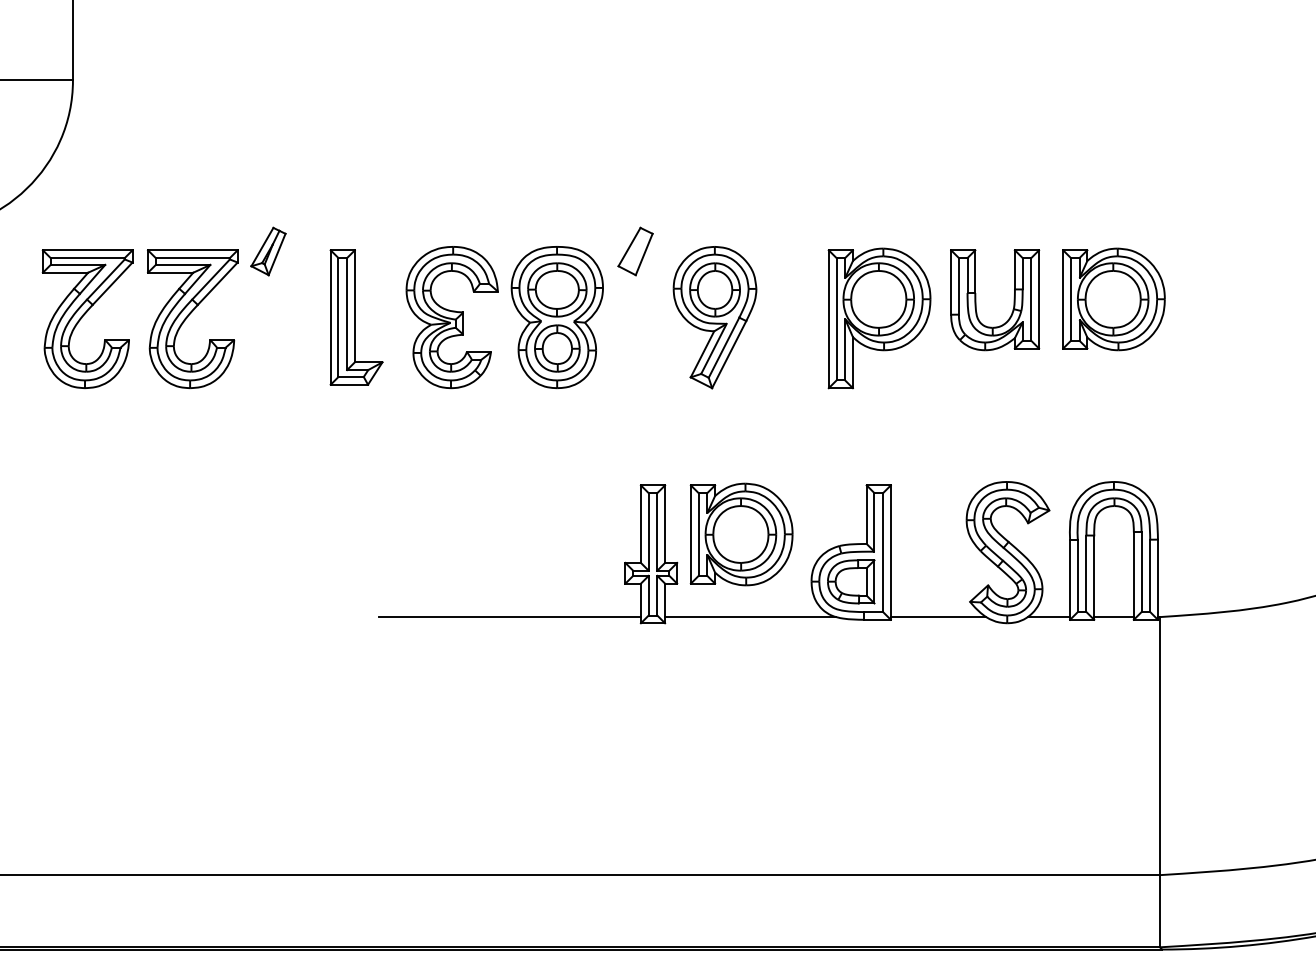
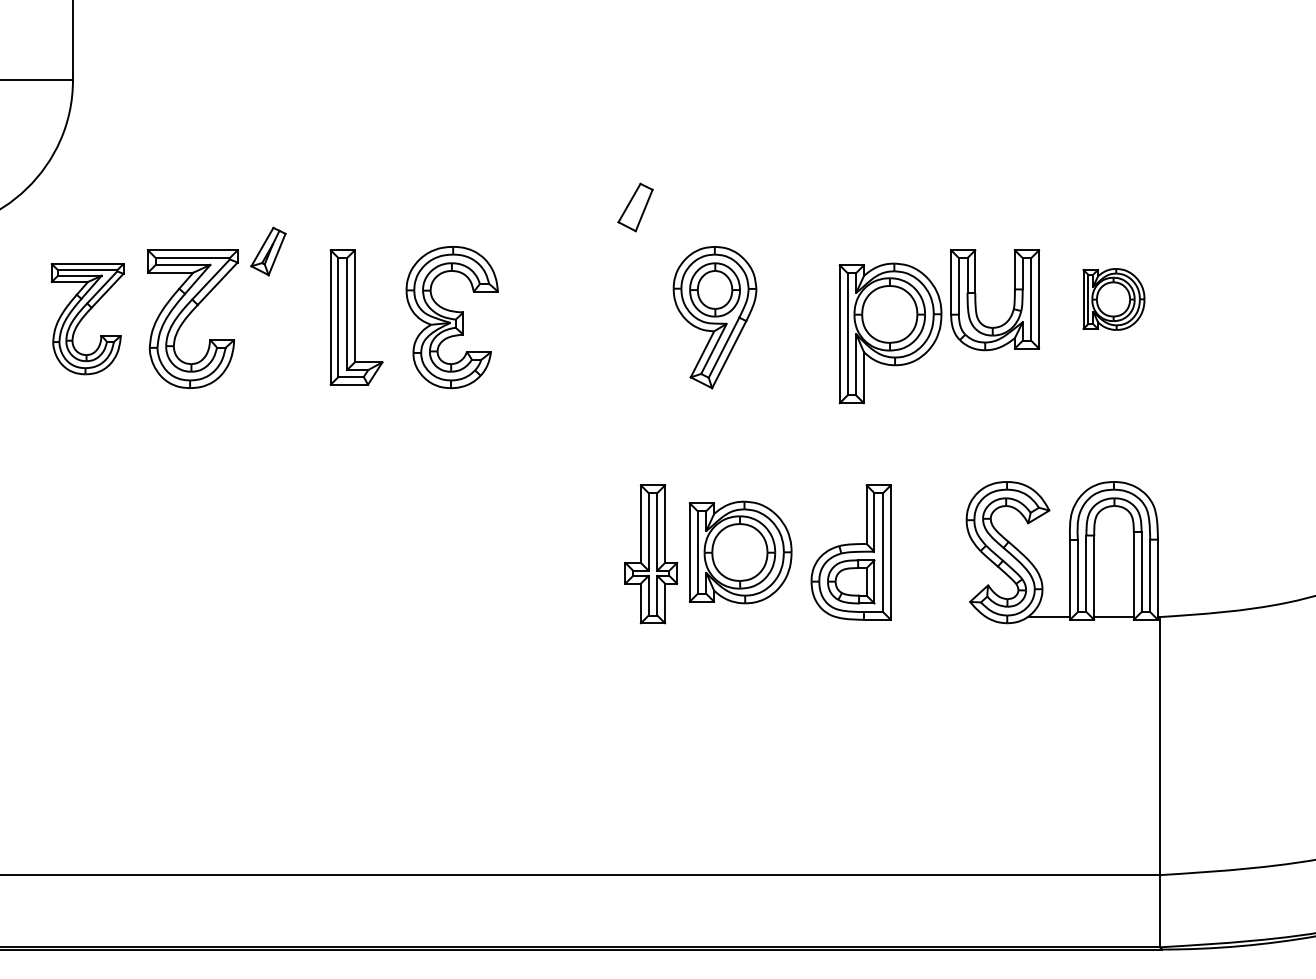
part at (635, 251) position: (635, 251) -> (635, 207)
part at (1113, 299) size: 104x105 px -> 64x63 px
part at (556, 317): present -> none
part at (87, 318) size: 93x140 px -> 75x113 px
part at (879, 318) position: (879, 318) -> (890, 333)
part at (741, 534) position: (741, 534) -> (740, 552)
line at (509, 617): present -> none
line at (750, 617): present -> none
line at (938, 617): present -> none
